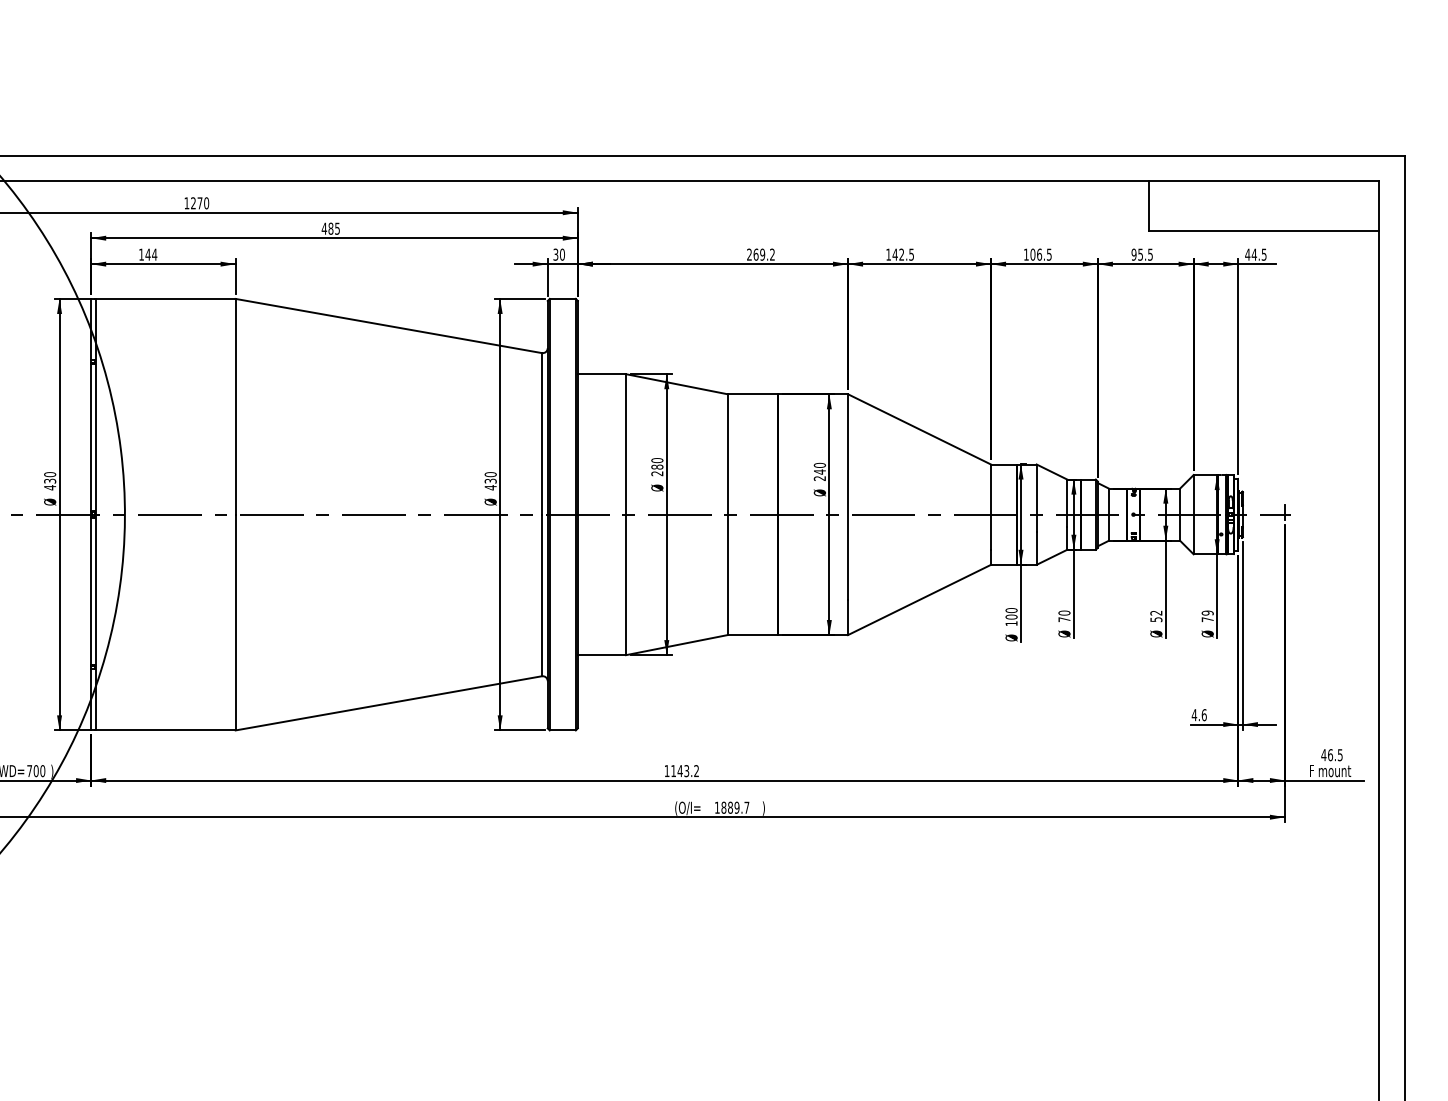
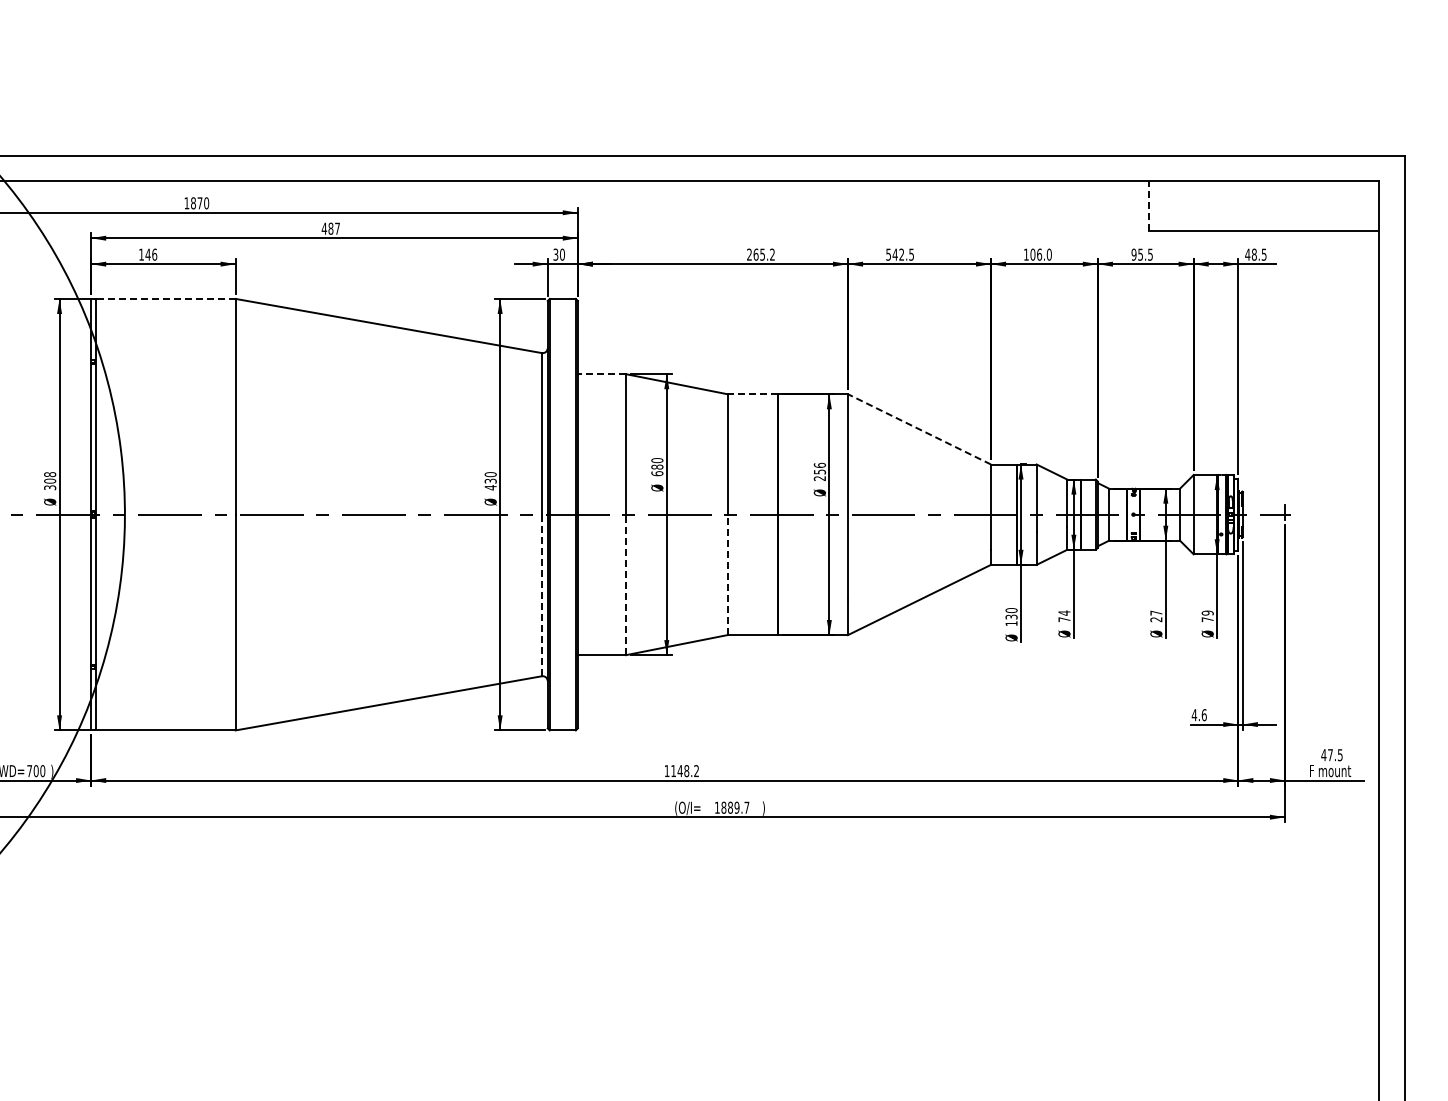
text at (193, 203): 1270 -> 1870
line at (1148, 205): solid -> dashed
text at (337, 228): 485 -> 487
text at (154, 254): 144 -> 146
text at (762, 254): 269.2 -> 265.2
text at (888, 254): 142.5 -> 542.5
text at (1048, 254): 106.5 -> 106.0
text at (1254, 254): 44.5 -> 48.5
line at (165, 298): solid -> dashed
line at (601, 374): solid -> dashed
line at (752, 394): solid -> dashed
line at (919, 429): solid -> dashed
text at (819, 468): 240 -> 256
text at (657, 473): 280 -> 680
text at (50, 481): 430 -> 308
line at (727, 574): solid -> dashed
line at (626, 584): solid -> dashed
line at (541, 595): solid -> dashed
text at (1064, 612): 70 -> 74
text at (1011, 616): 100 -> 130
text at (1156, 616): 52 -> 27
text at (1330, 755): 46.5 -> 47.5
text at (686, 771): 1143.2 -> 1148.2
